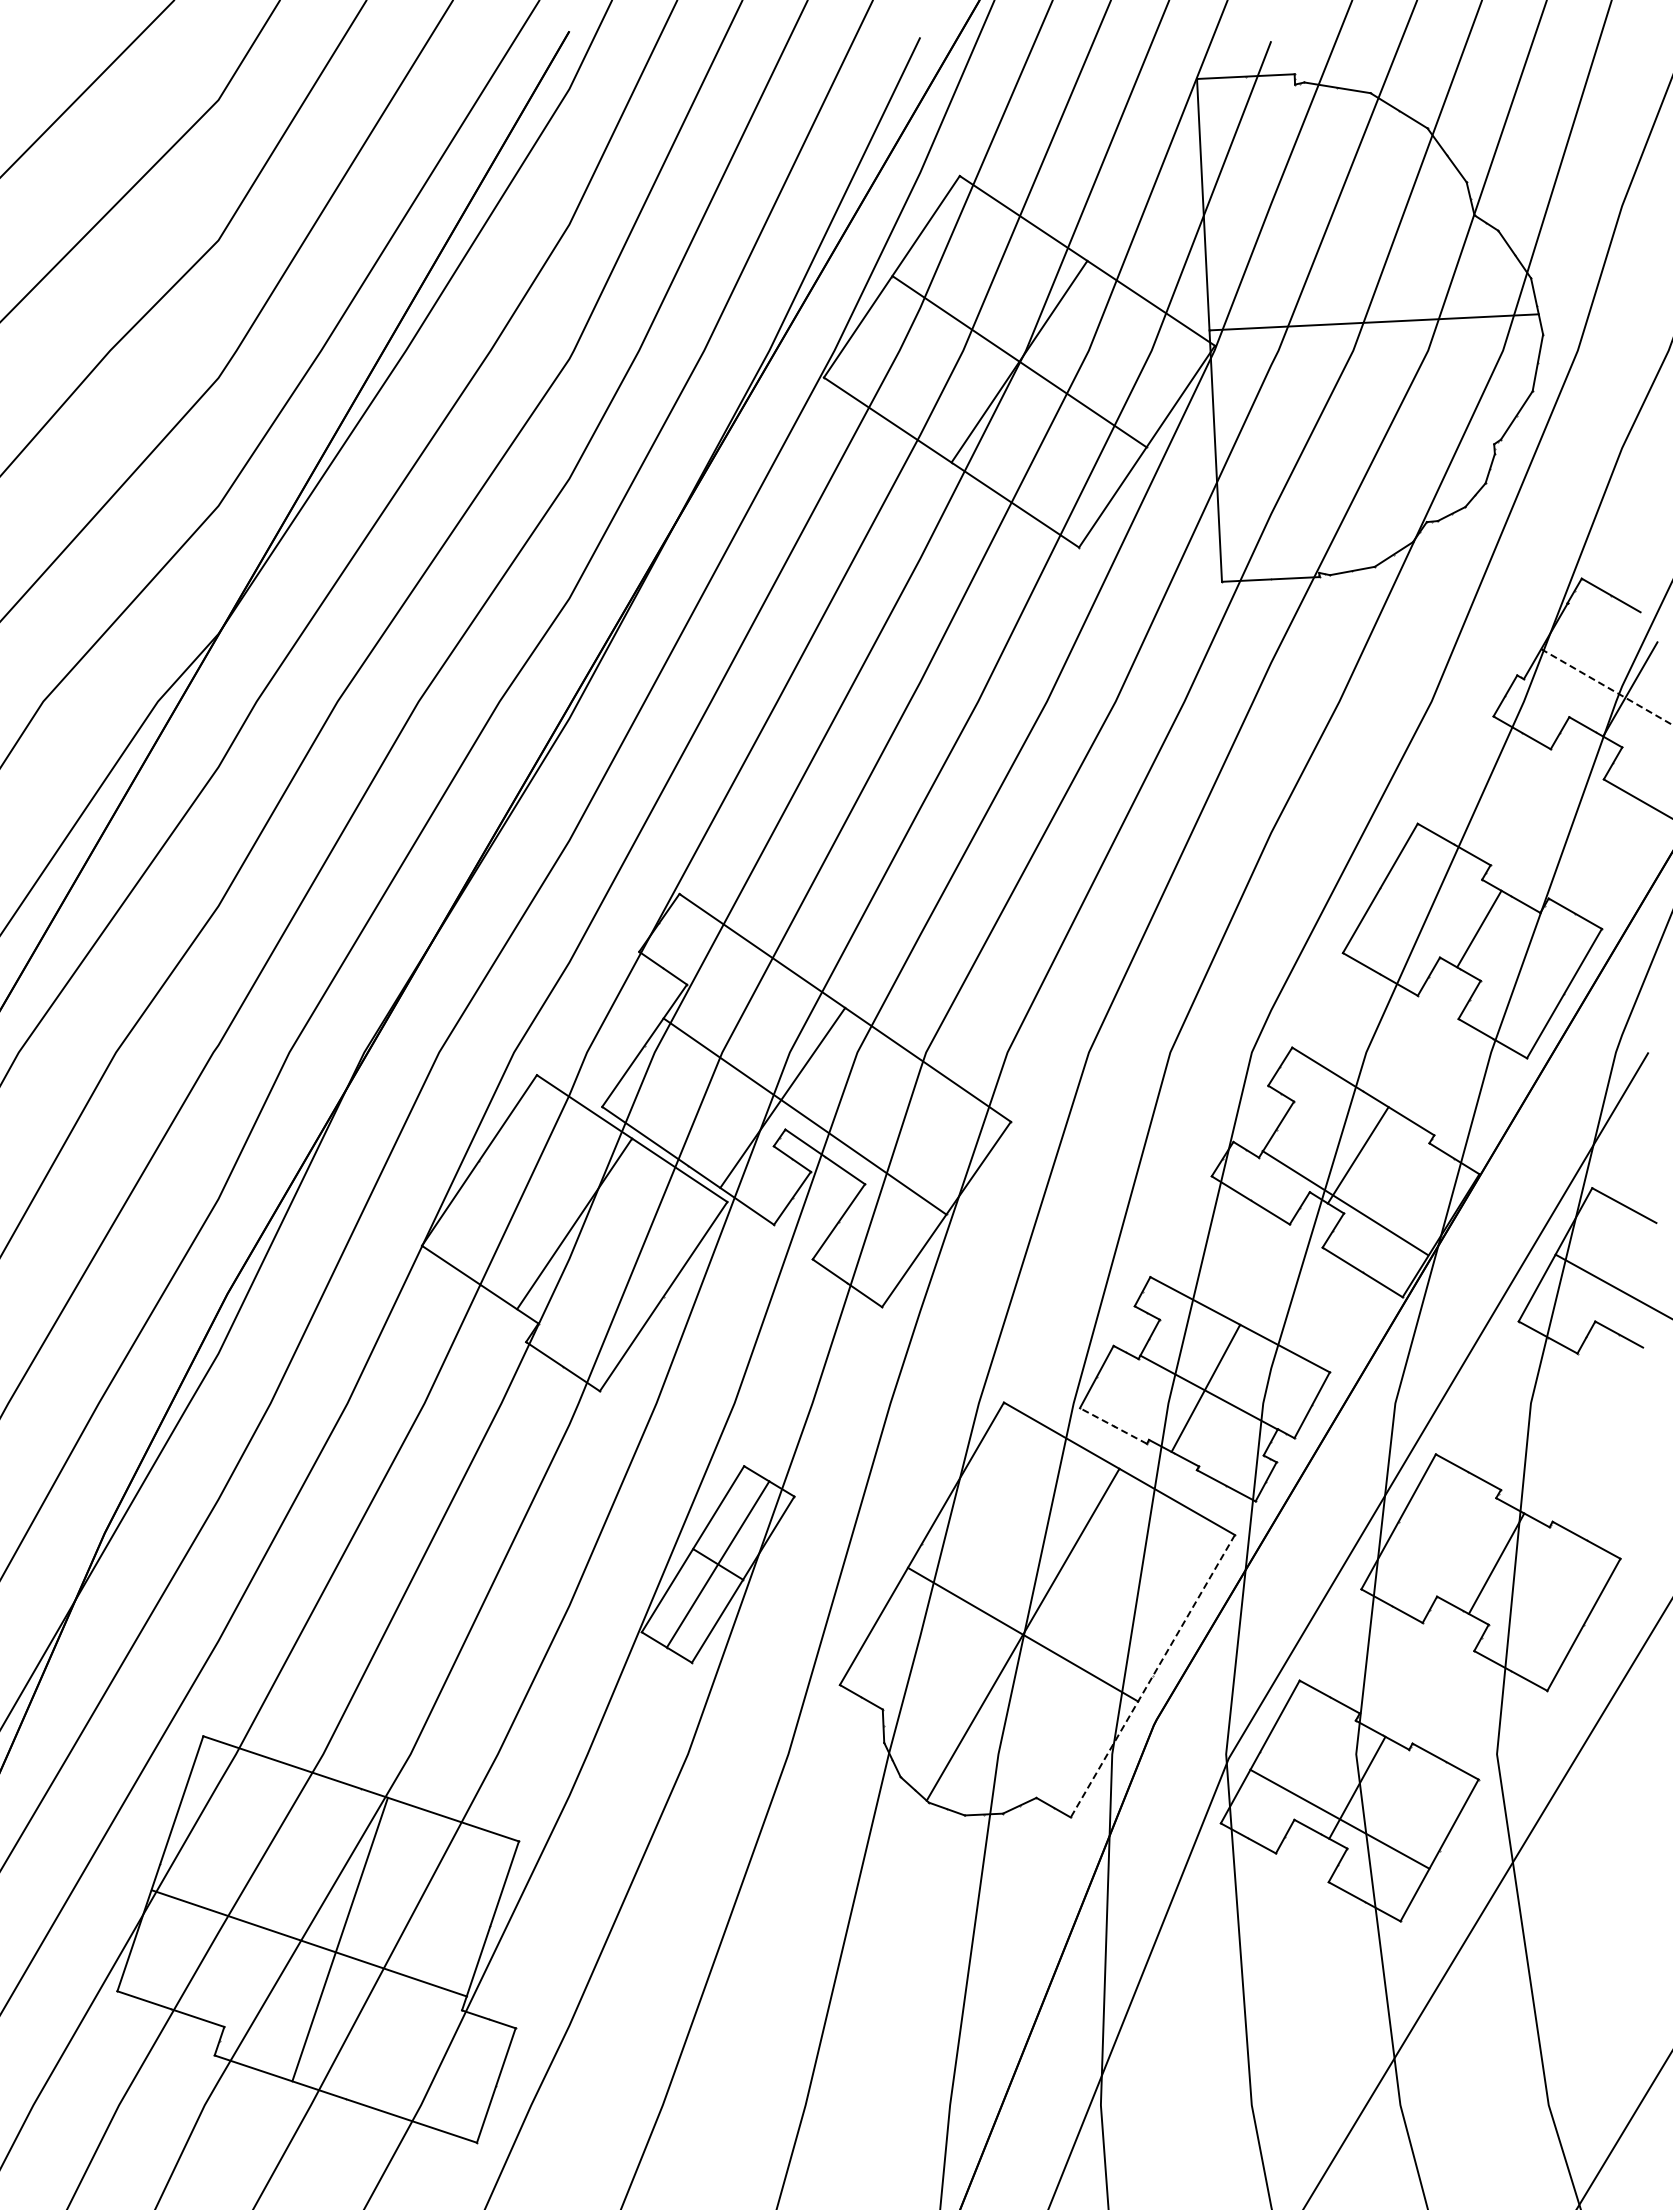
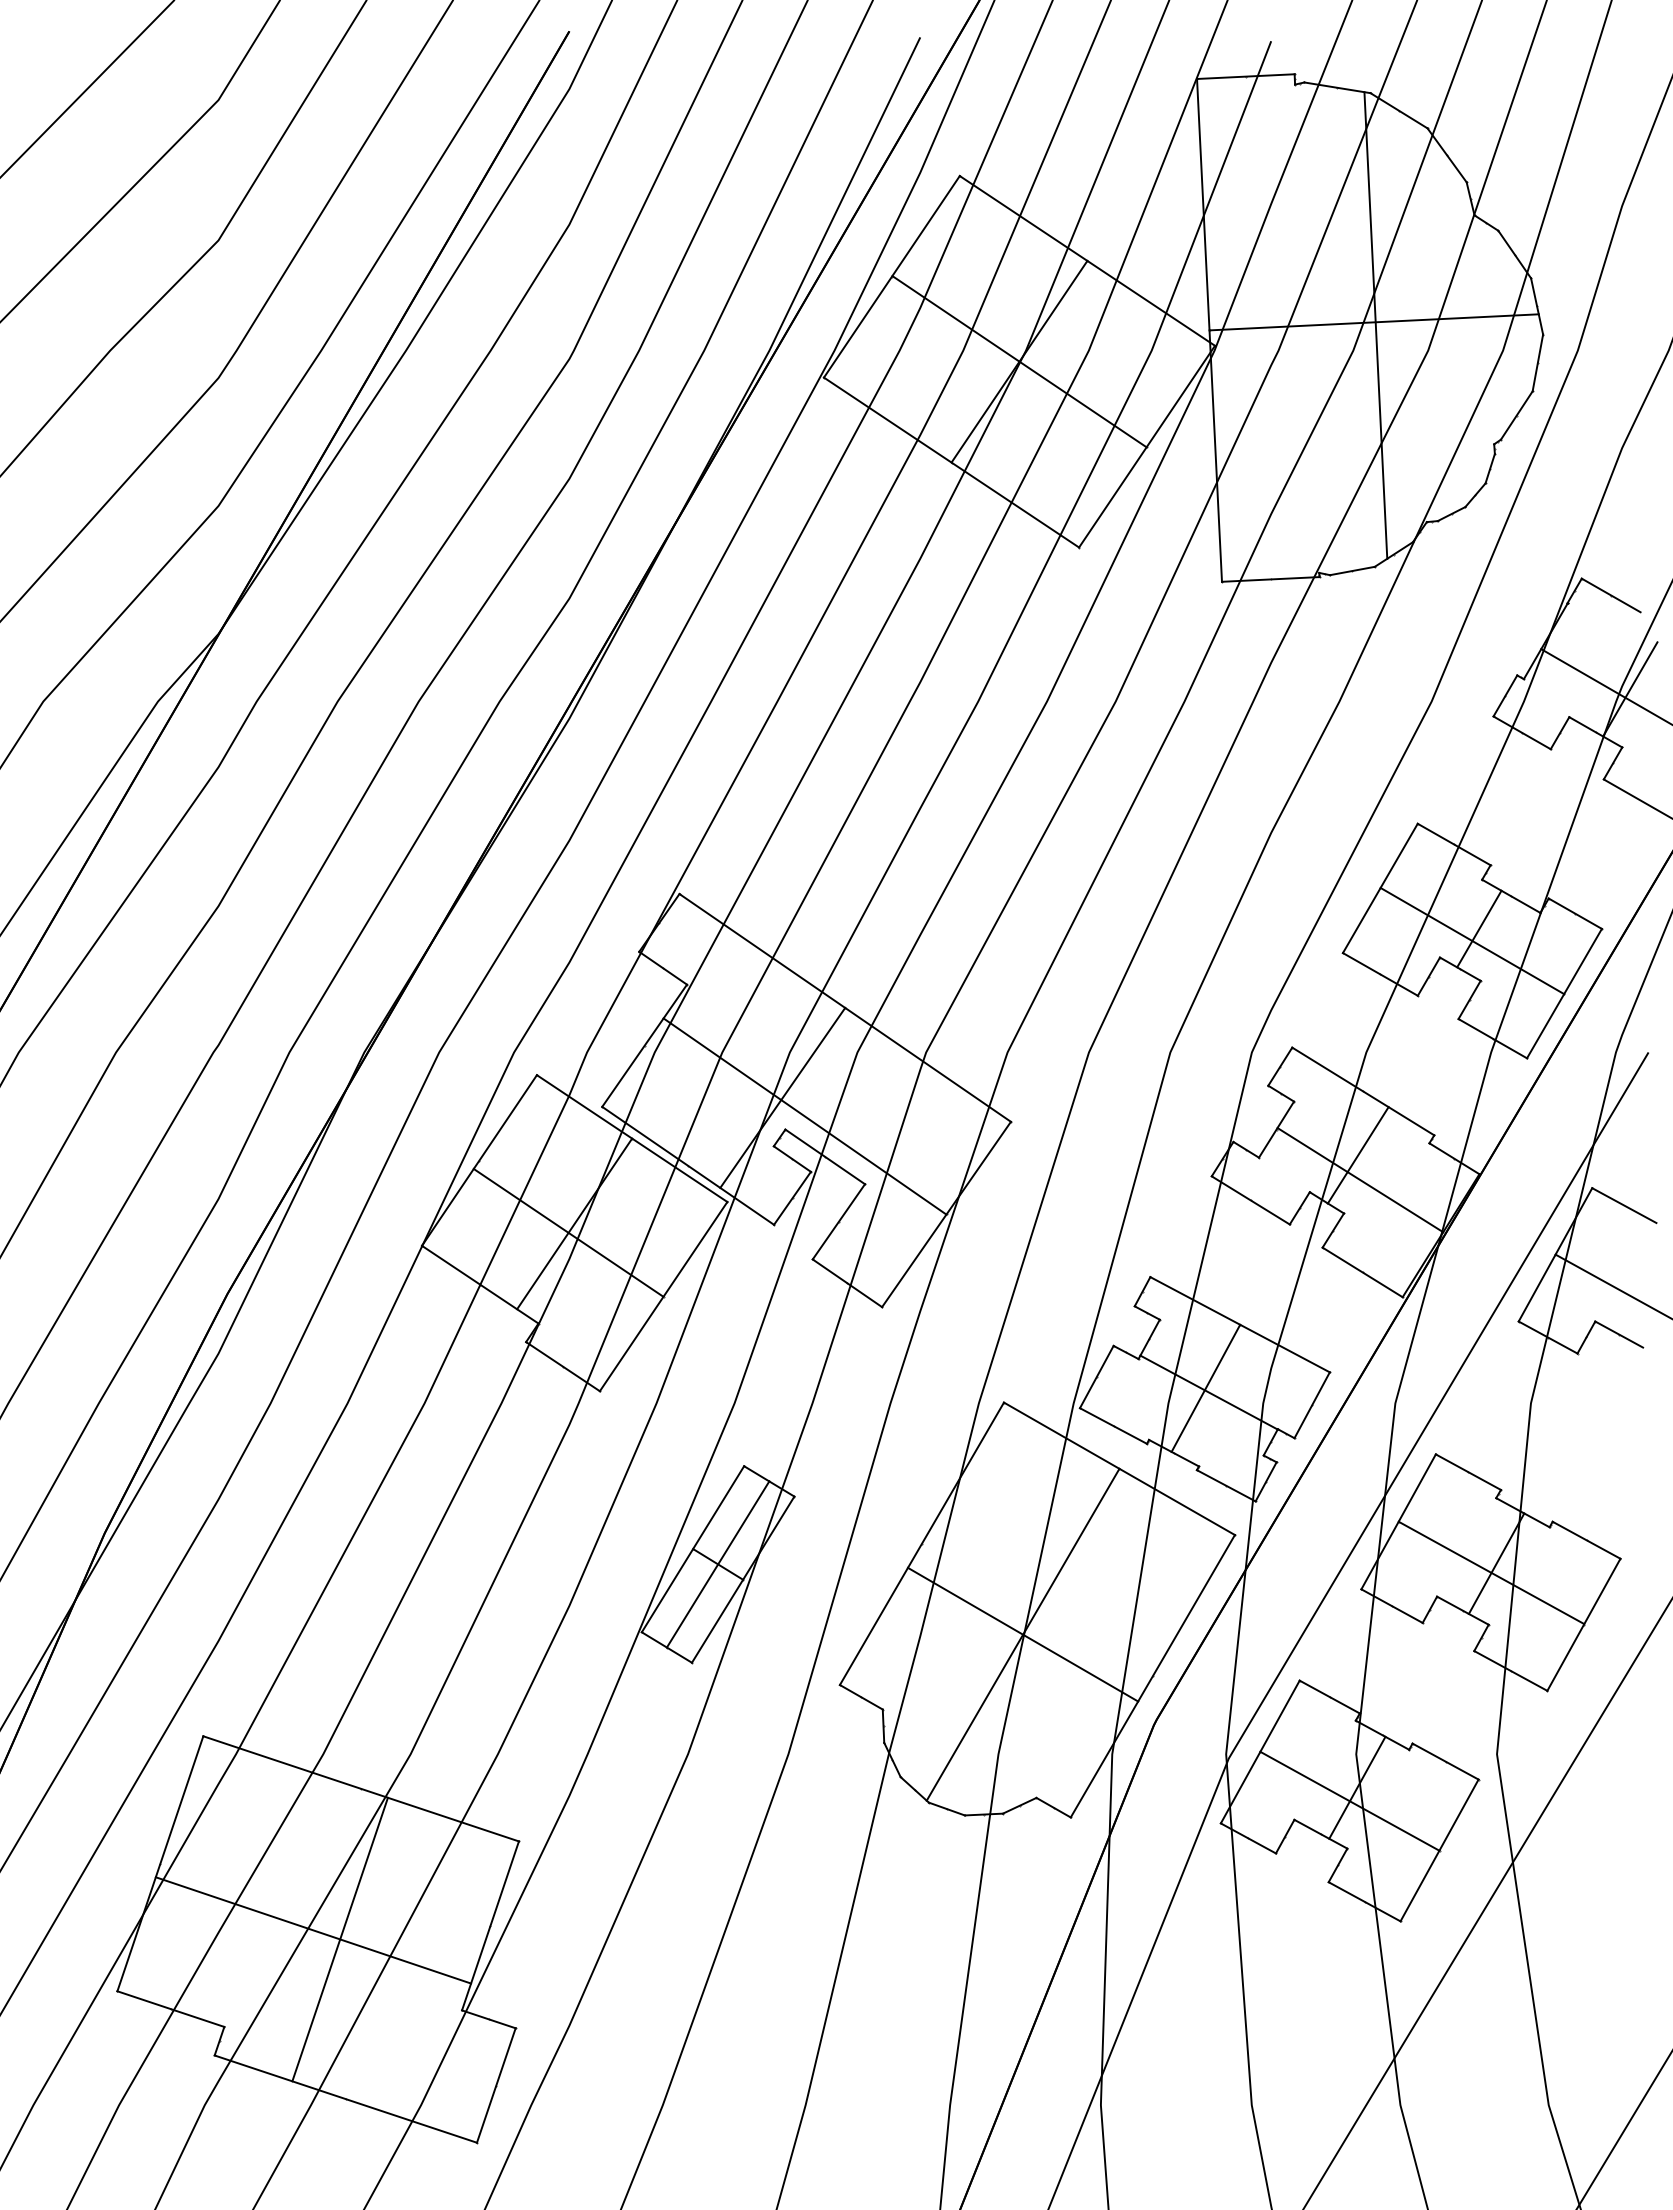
line at (1375, 325): none -> present
line at (1606, 687): dashed -> solid
line at (1472, 940): none -> present
line at (1345, 1203) position: (1345, 1203) -> (1360, 1180)
line at (568, 1232): none -> present
line at (1113, 1426): dashed -> solid
line at (1491, 1572): none -> present
line at (1152, 1676): dashed -> solid
line at (1339, 1818) position: (1339, 1818) -> (1349, 1800)
line at (309, 1943) position: (309, 1943) -> (313, 1930)
